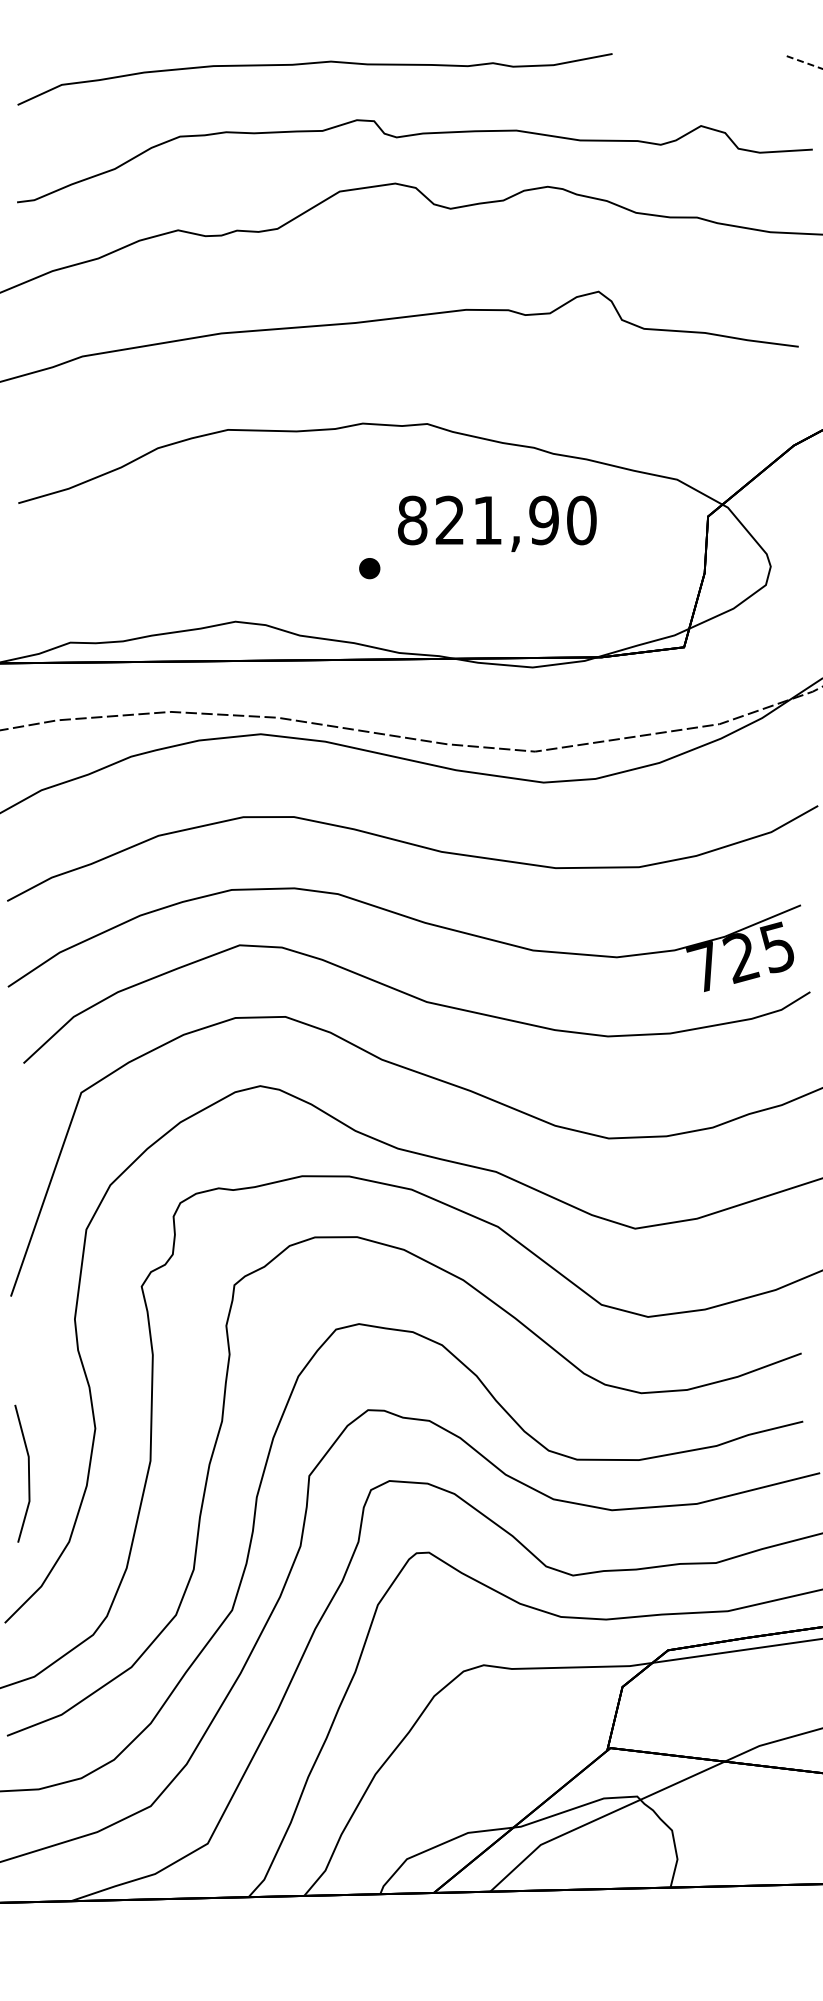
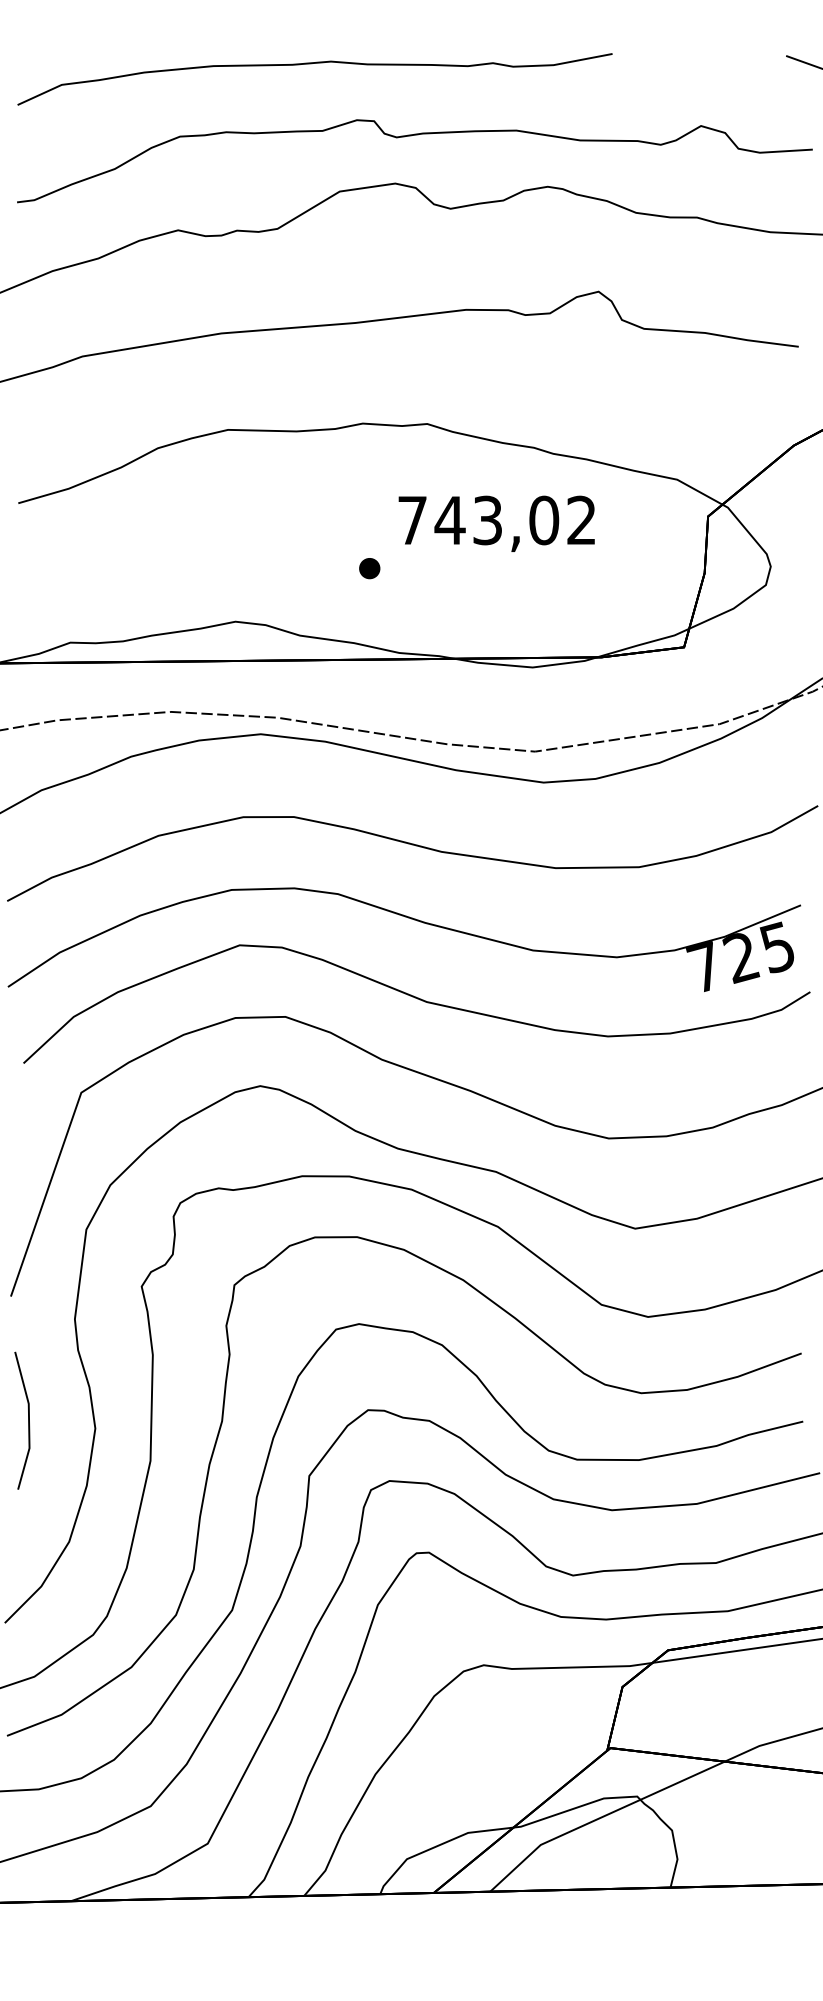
line at (803, 62): dashed -> solid
text at (497, 520): 821,90 -> 743,02
line at (28, 1473) position: (28, 1473) -> (28, 1420)
